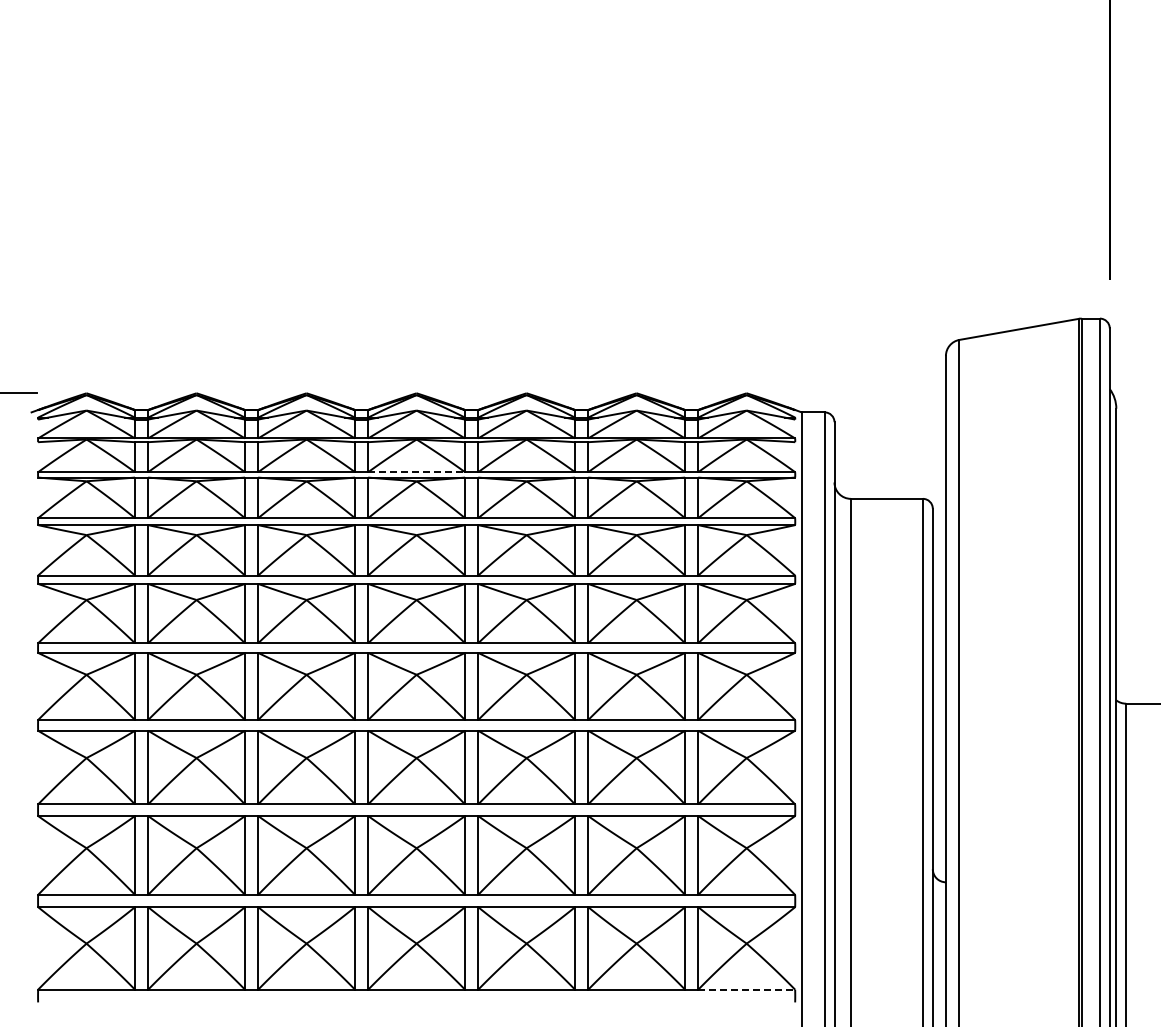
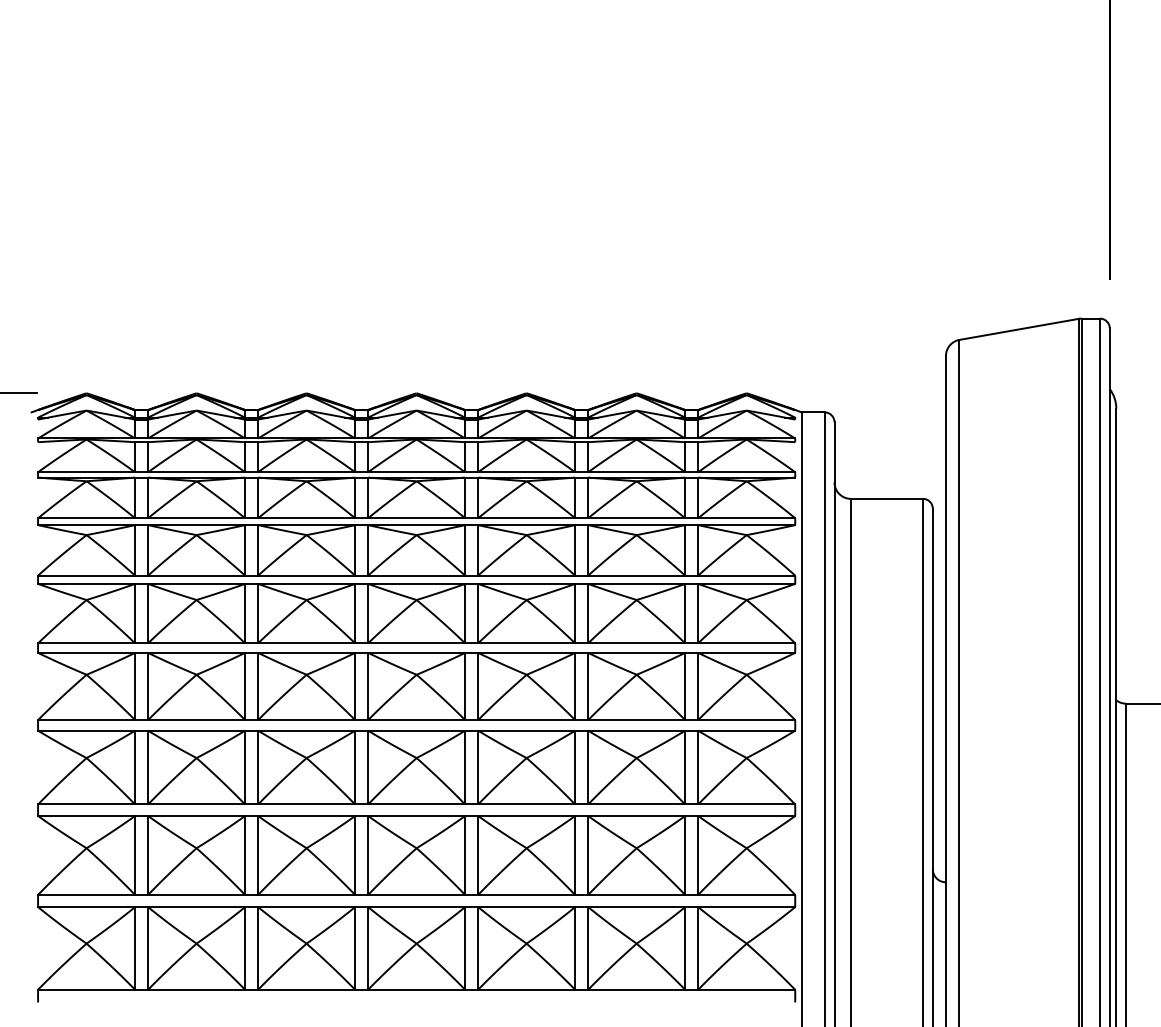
line at (417, 472): dashed -> solid
line at (747, 989): dashed -> solid
